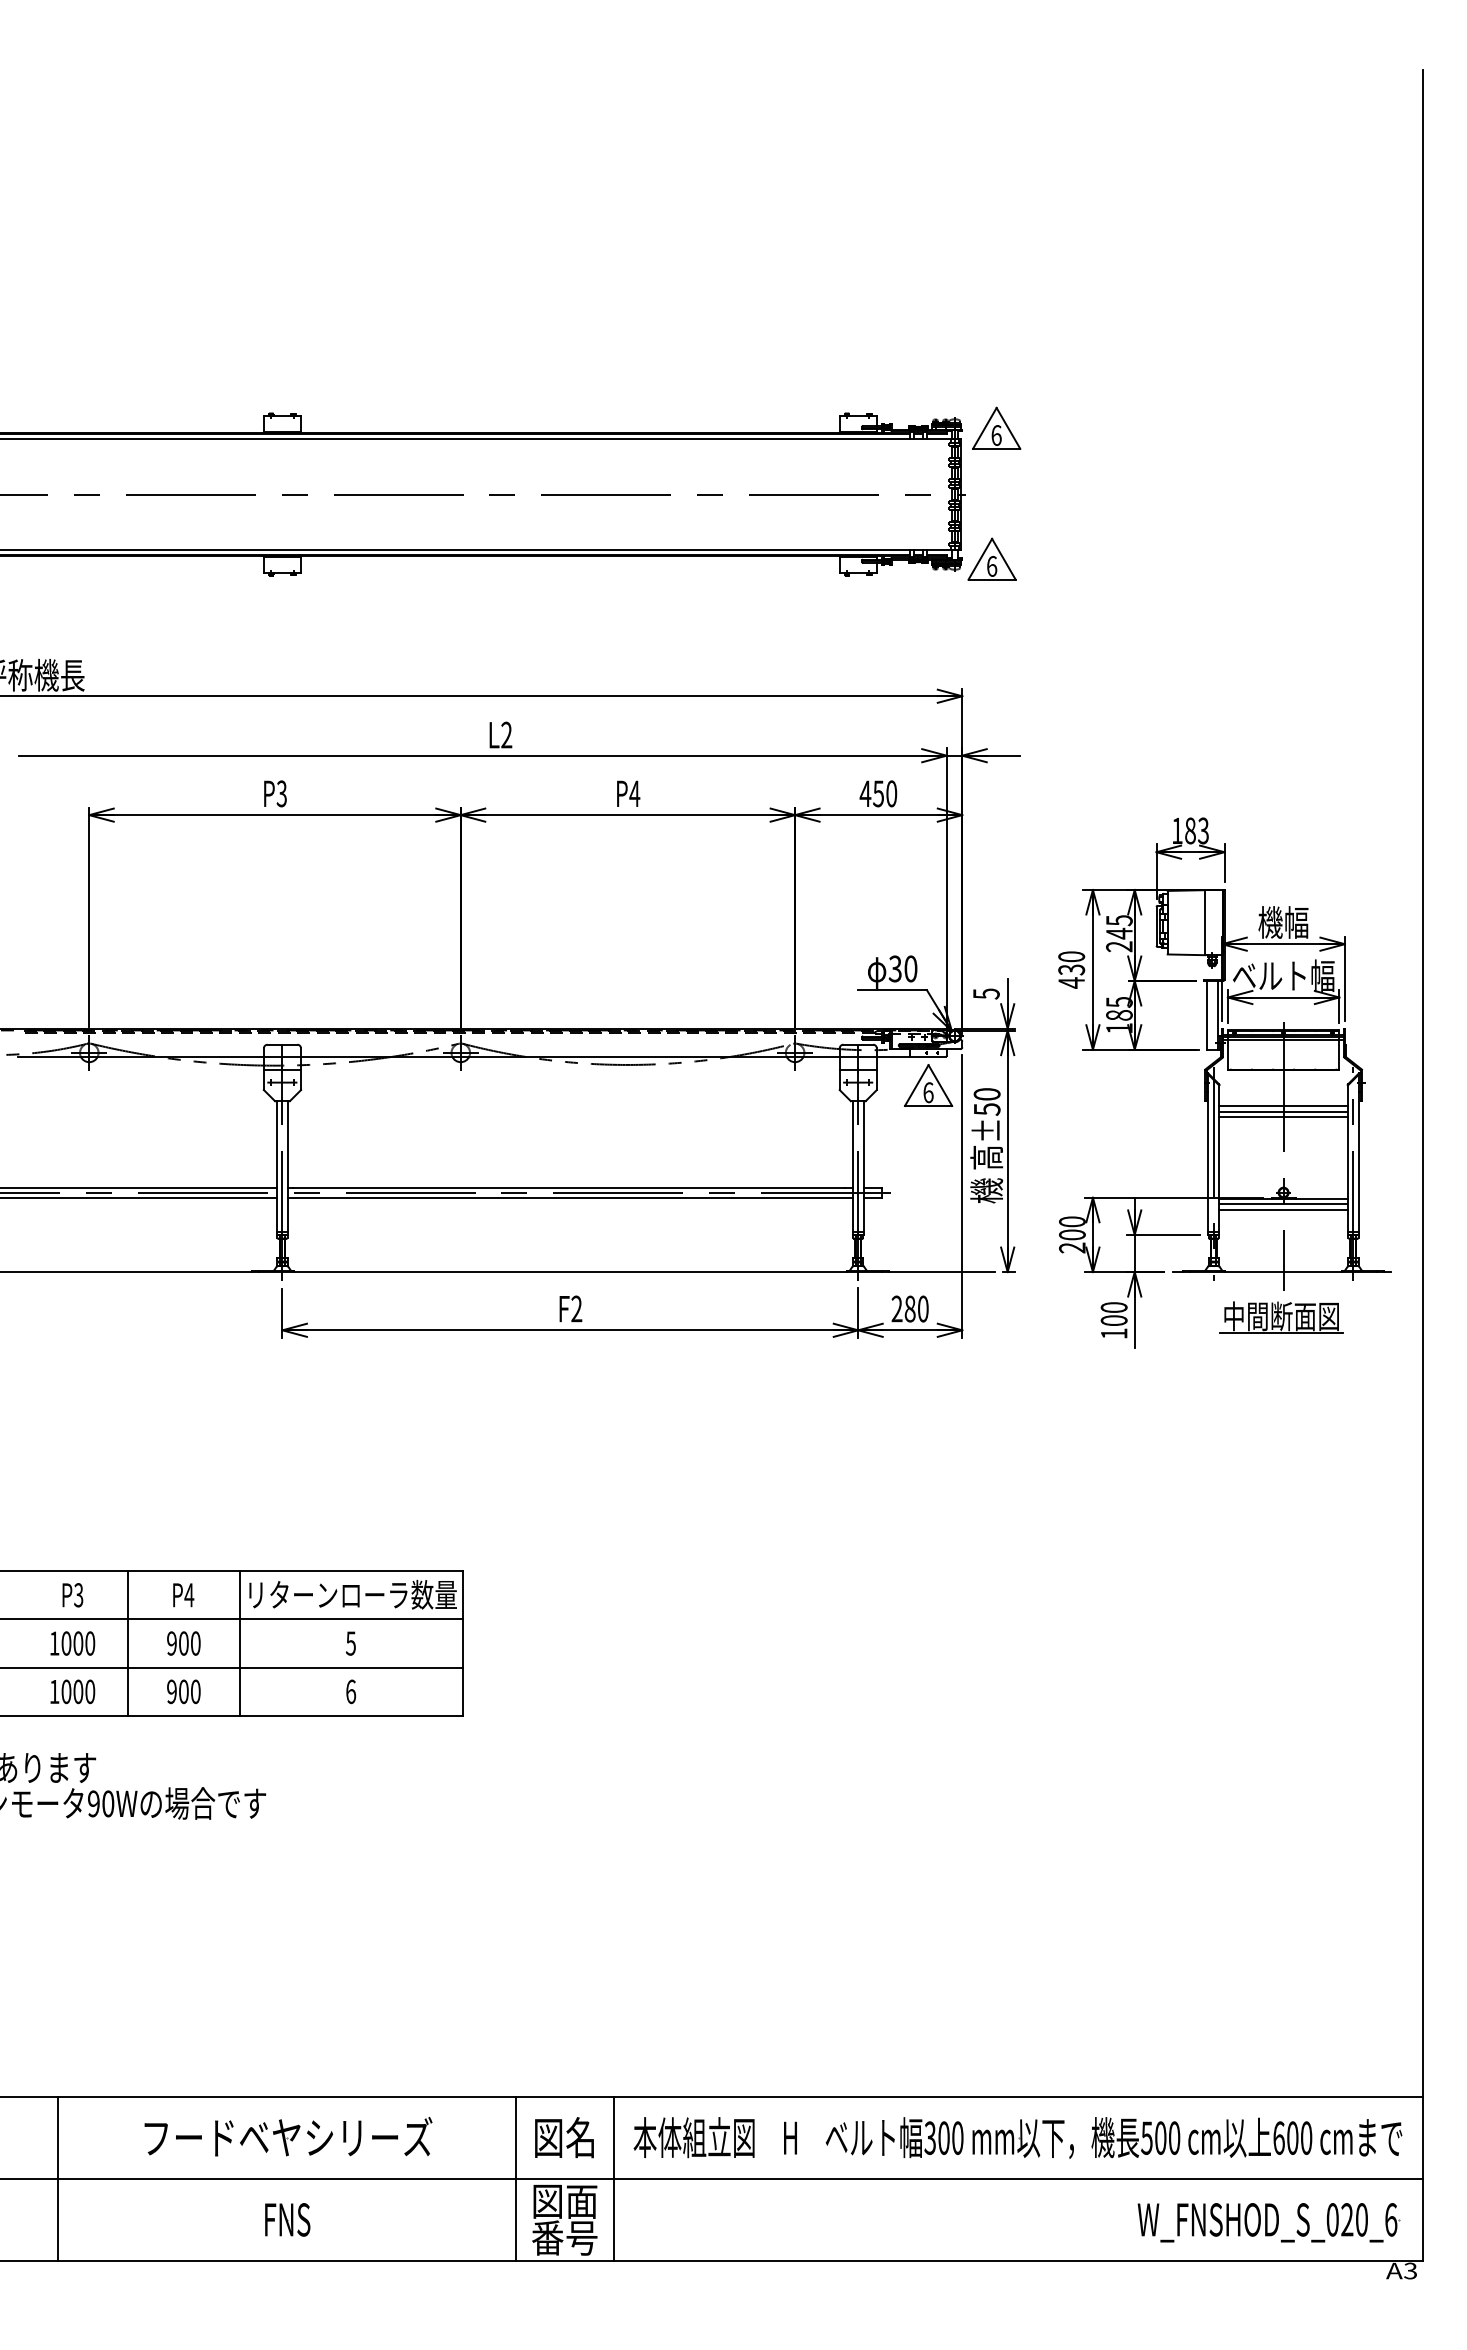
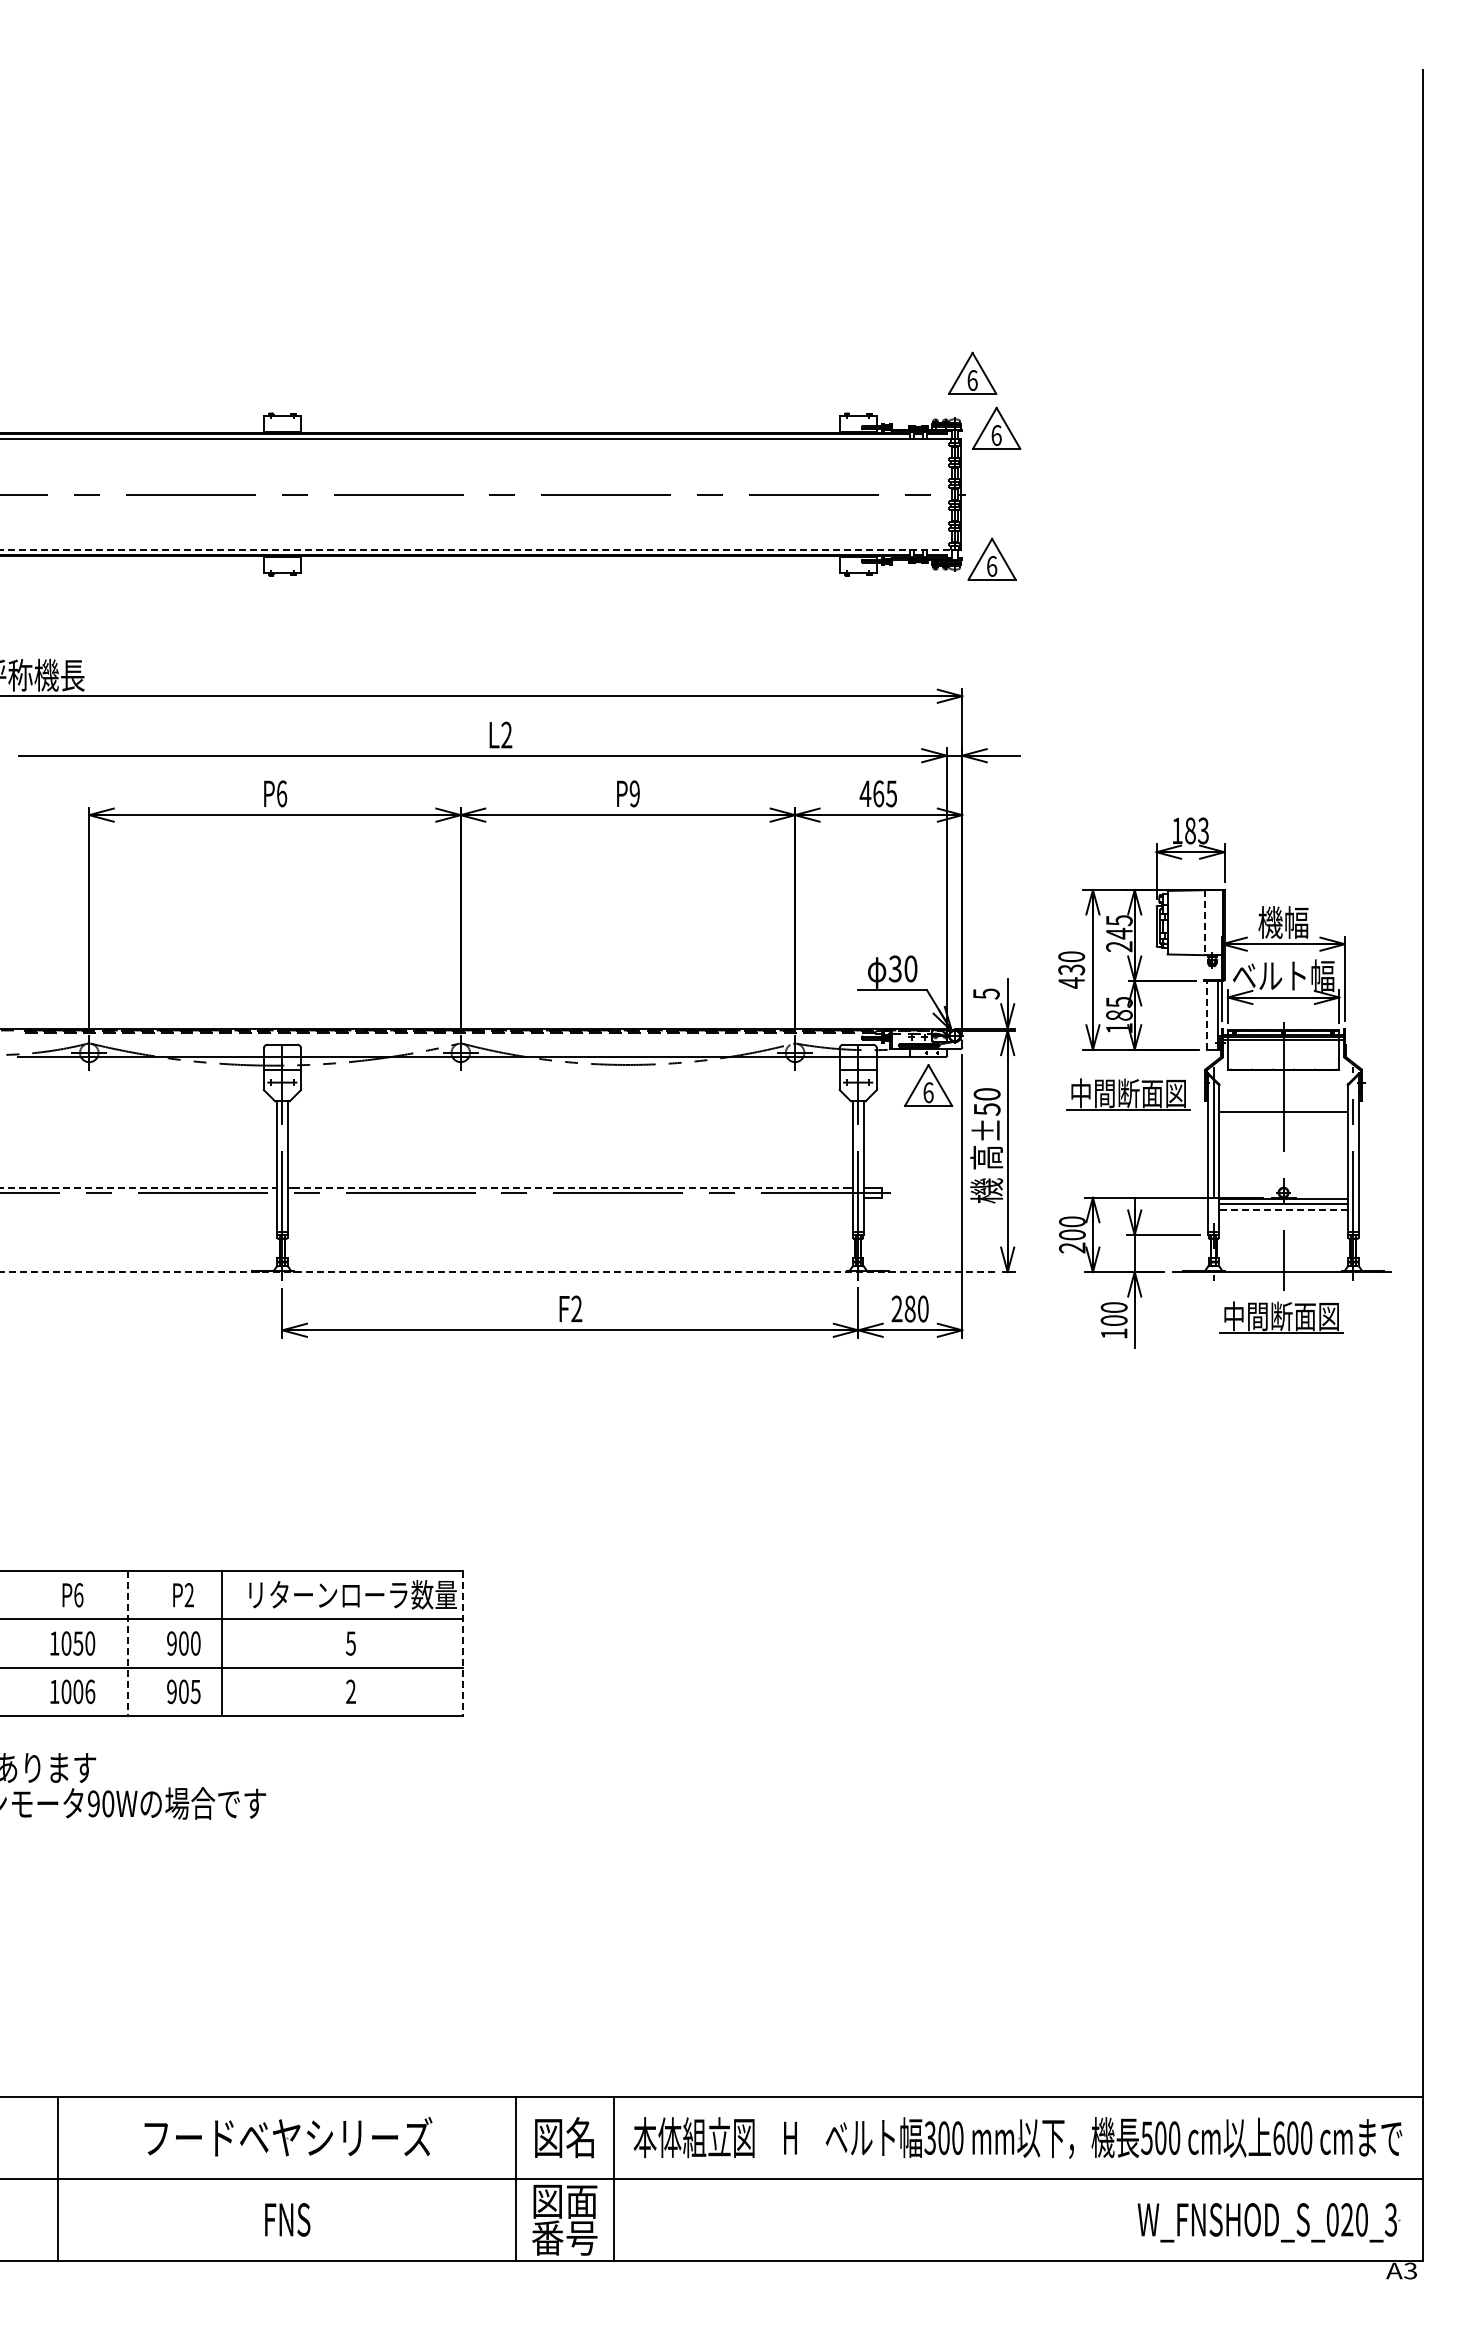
part at (972, 372): none -> present
line at (480, 550): solid -> dashed
text at (281, 793): P3 -> P6
text at (634, 793): P4 -> P9
text at (885, 793): 450 -> 465
line at (1204, 922): solid -> dashed
line at (1206, 1014): solid -> dashed
part at (1128, 1094): none -> present
line at (1283, 1106): present -> none
line at (1283, 1117): present -> none
line at (139, 1187): solid -> dashed
line at (569, 1187): solid -> dashed
line at (139, 1197): present -> none
line at (570, 1197): present -> none
line at (1283, 1210): solid -> dashed
line at (497, 1272): solid -> dashed
text at (78, 1595): P3 -> P6
text at (189, 1595): P4 -> P2
text at (78, 1643): 1000 -> 1050
line at (239, 1643) position: (239, 1643) -> (221, 1643)
line at (128, 1644): solid -> dashed
line at (462, 1644): solid -> dashed
text at (90, 1691): 1000 -> 1006
text at (195, 1691): 900 -> 905
text at (351, 1691): 6 -> 2
text at (1390, 2219): W_FNSHOD_S_020_6 -> W_FNSHOD_S_020_3
